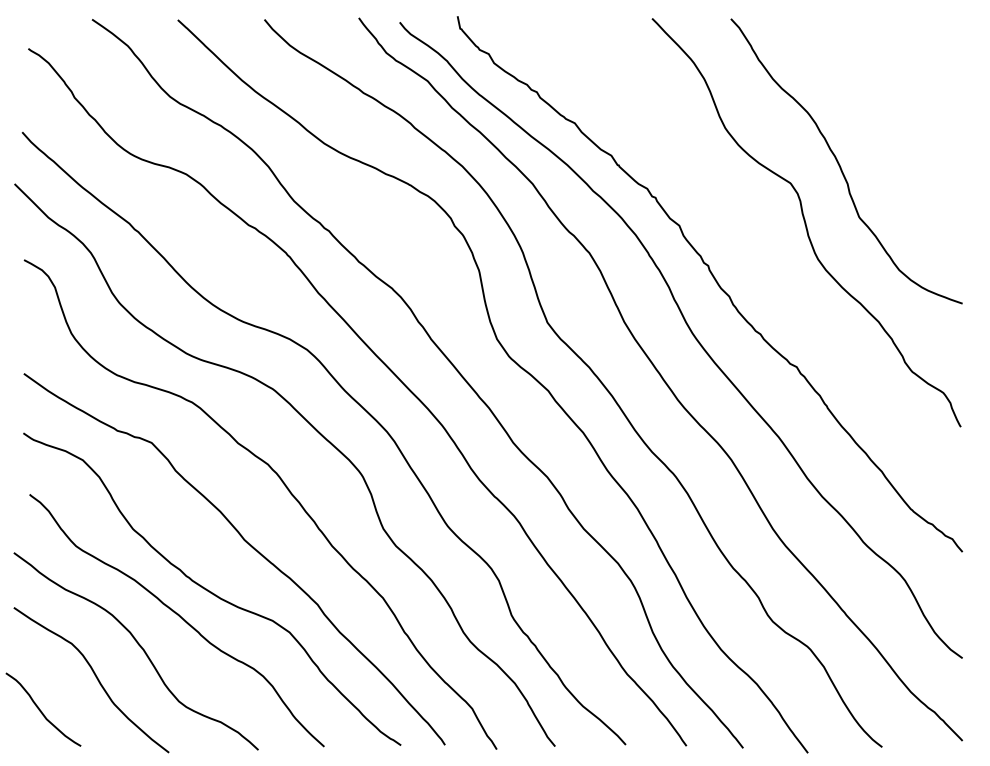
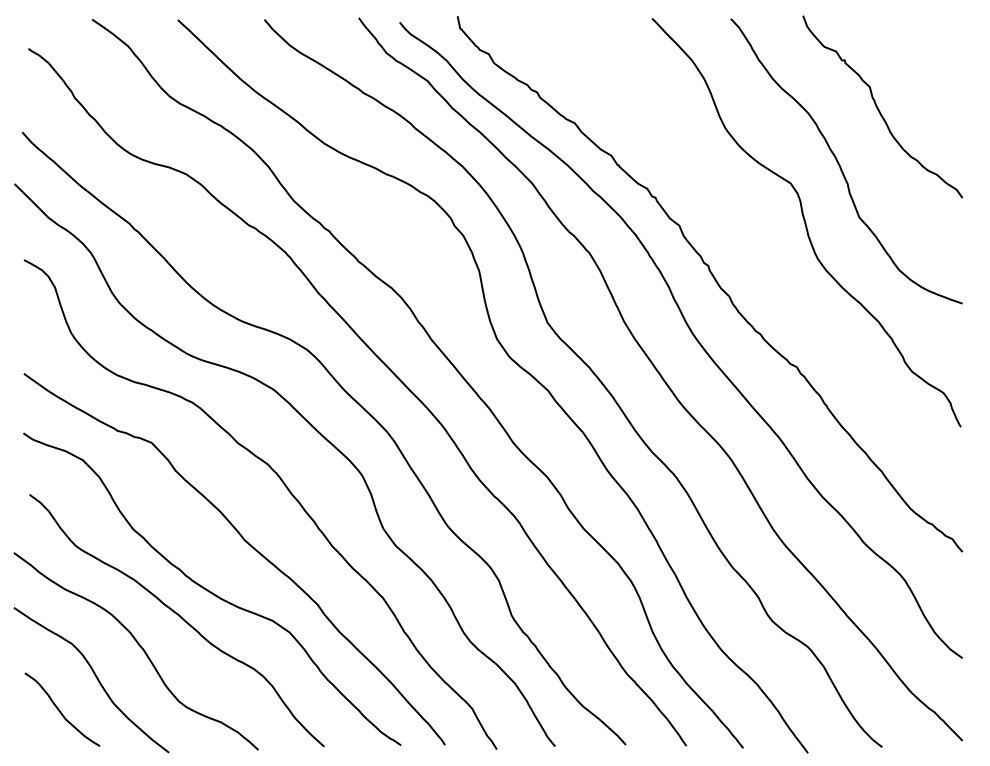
curve at (878, 107): none -> present
curve at (41, 710) position: (41, 710) -> (60, 710)
